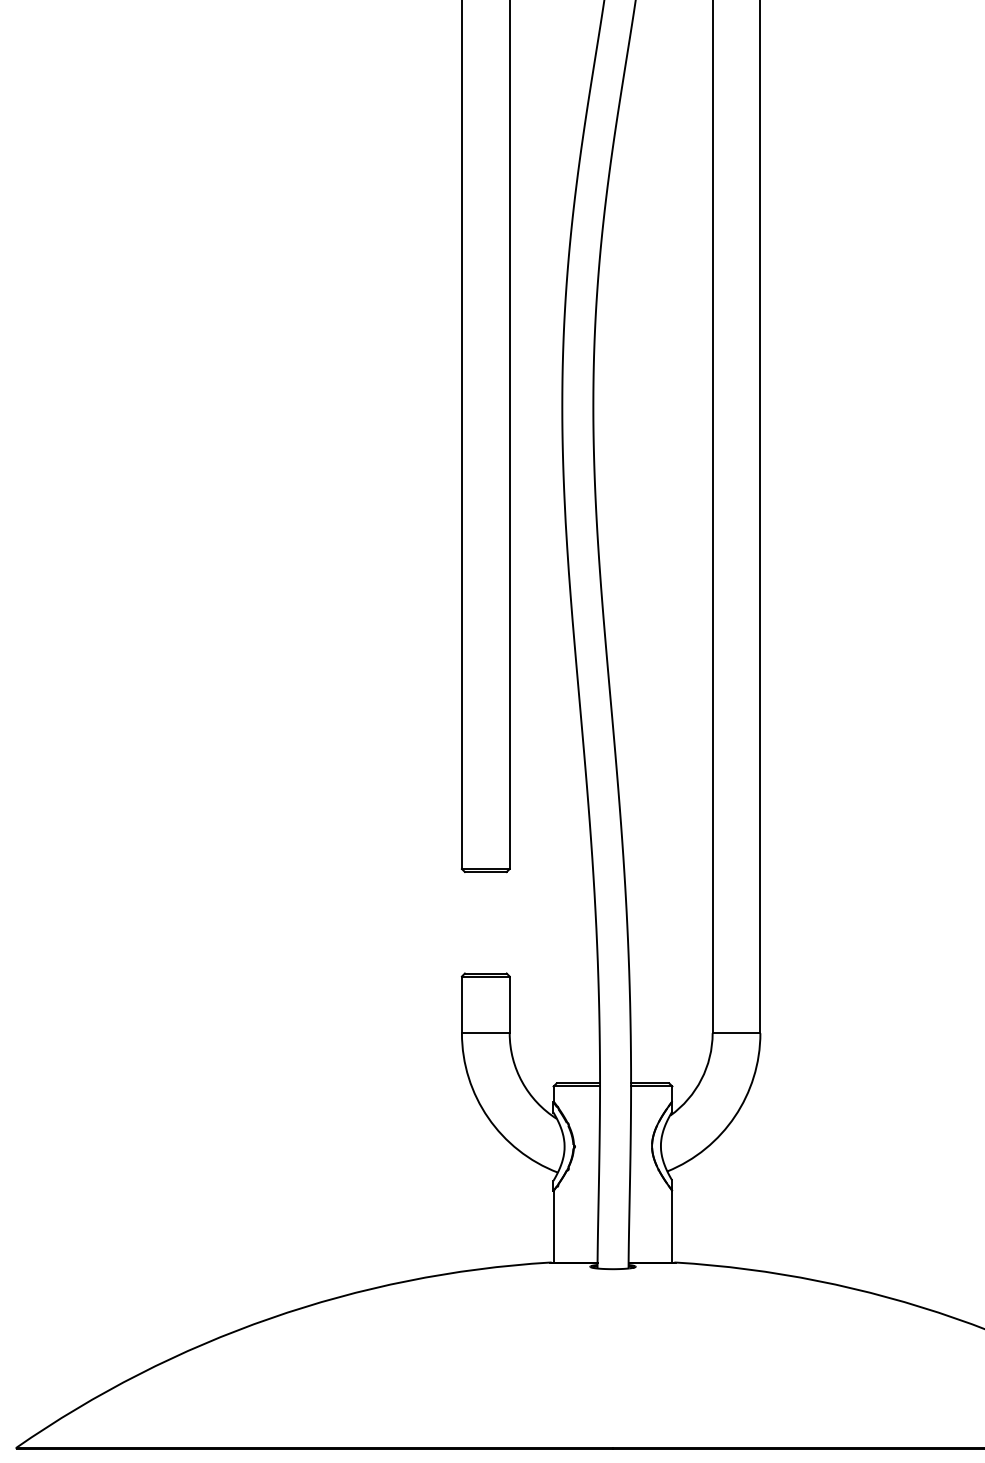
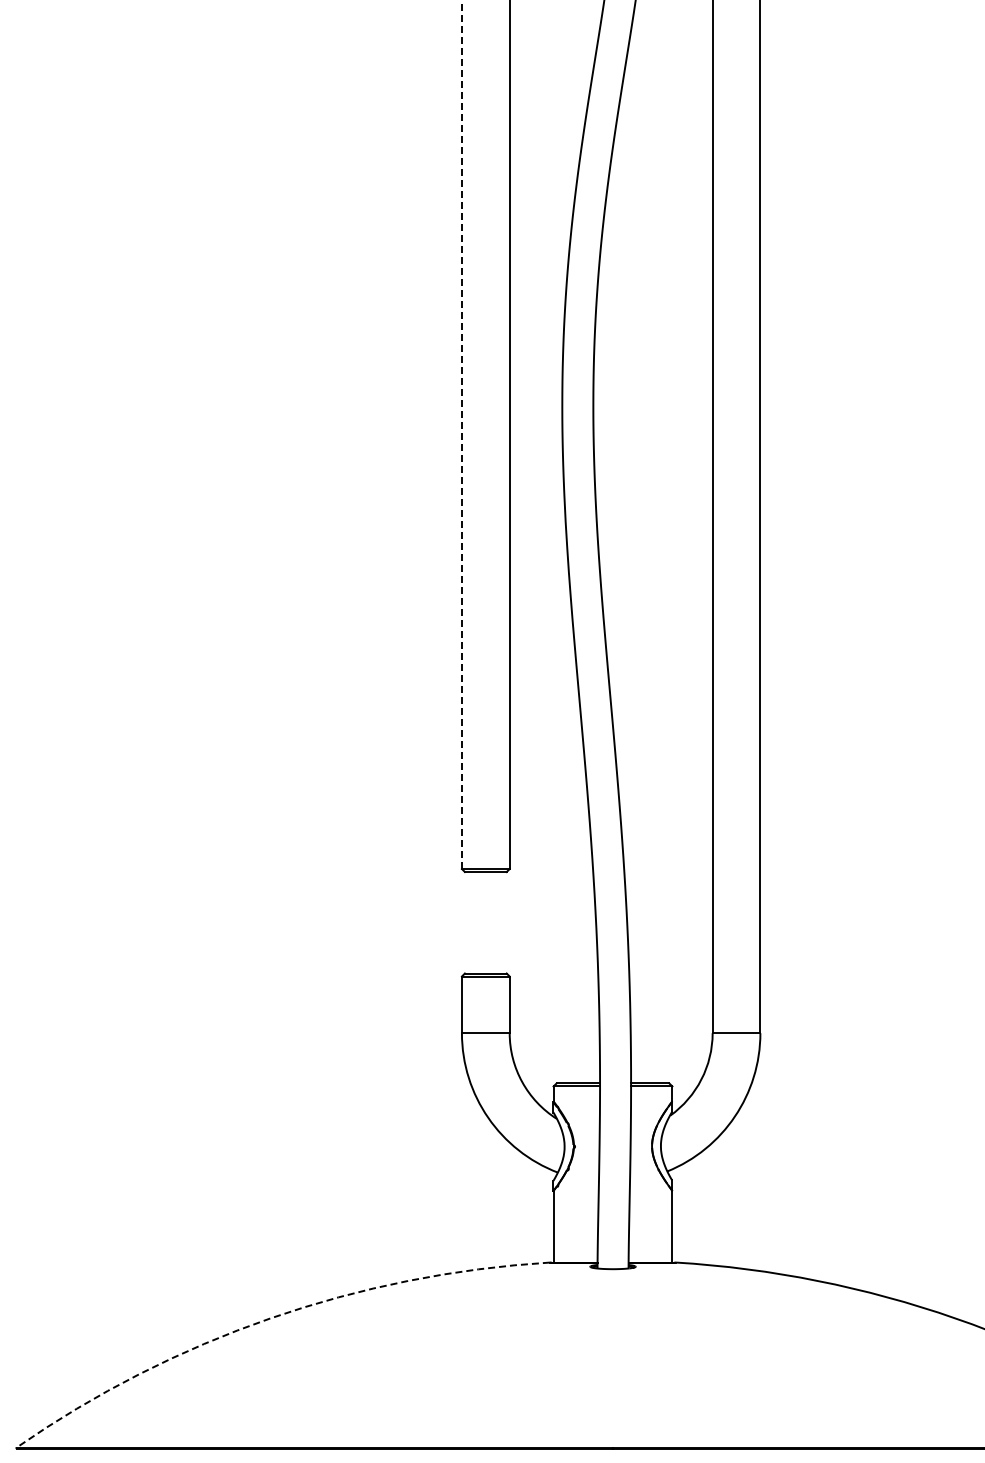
line at (461, 435): solid -> dashed
arc at (270, 1318): solid -> dashed
